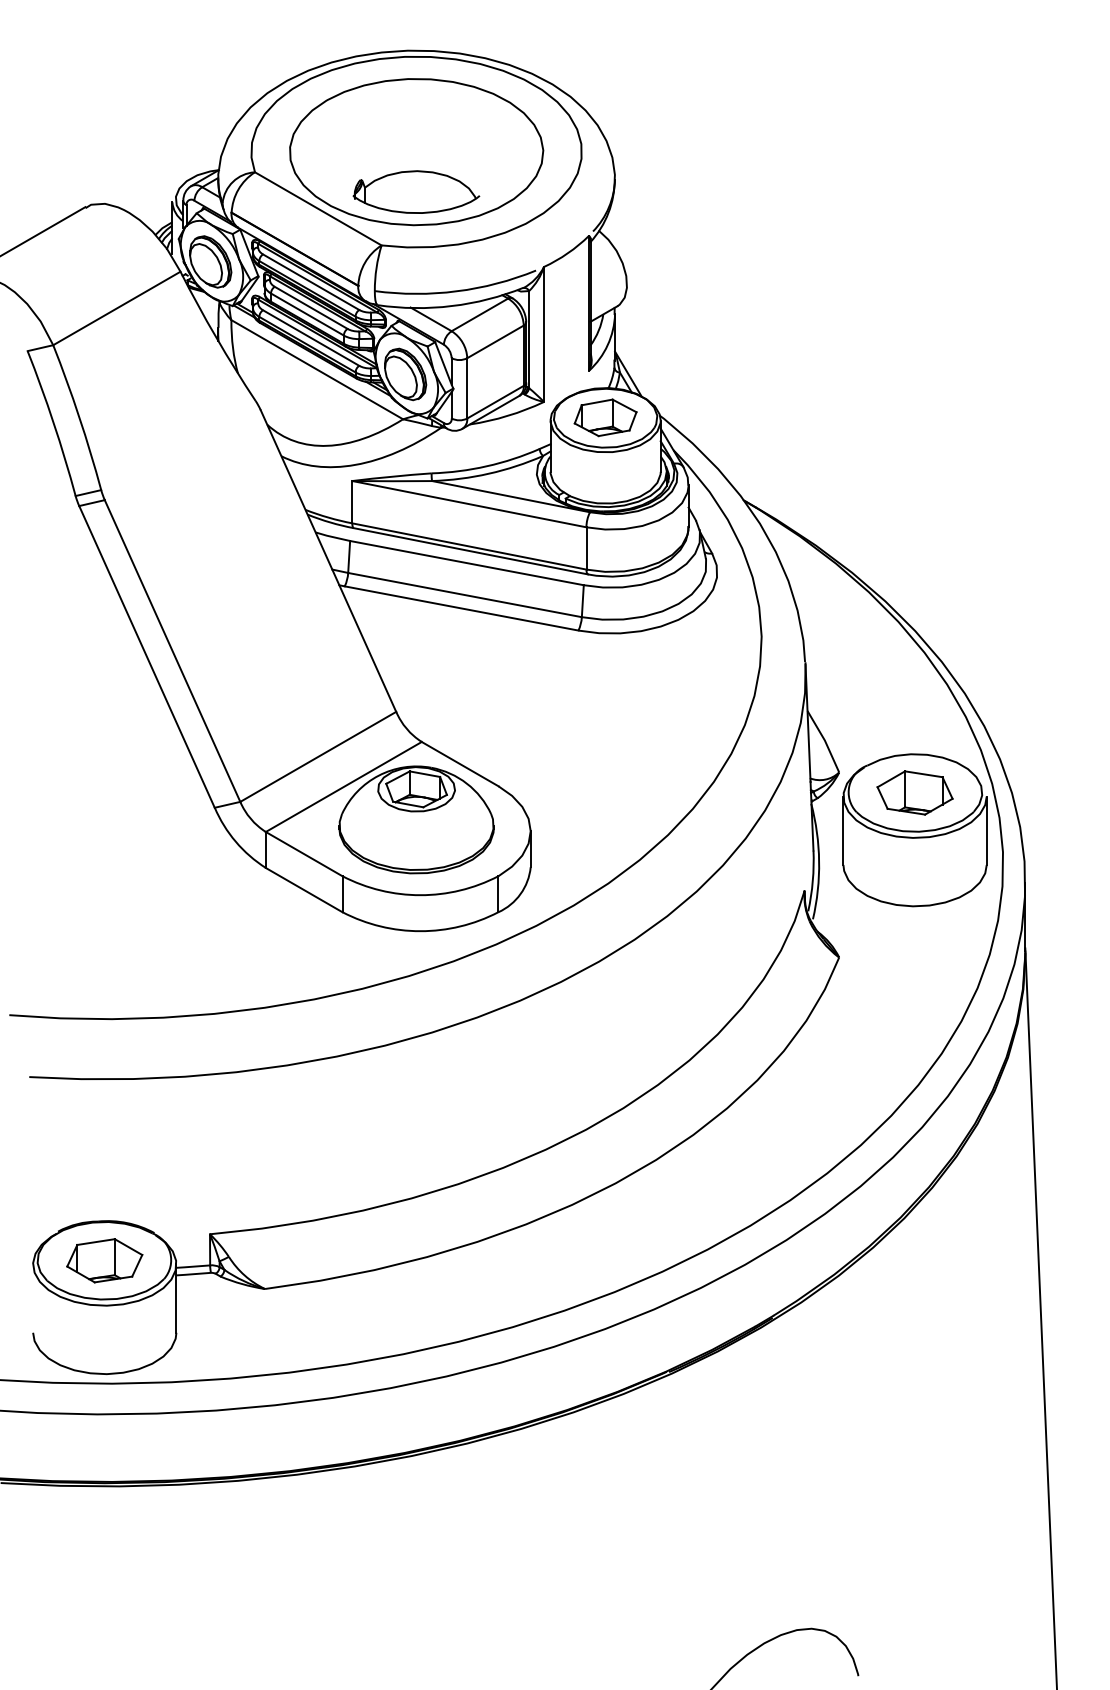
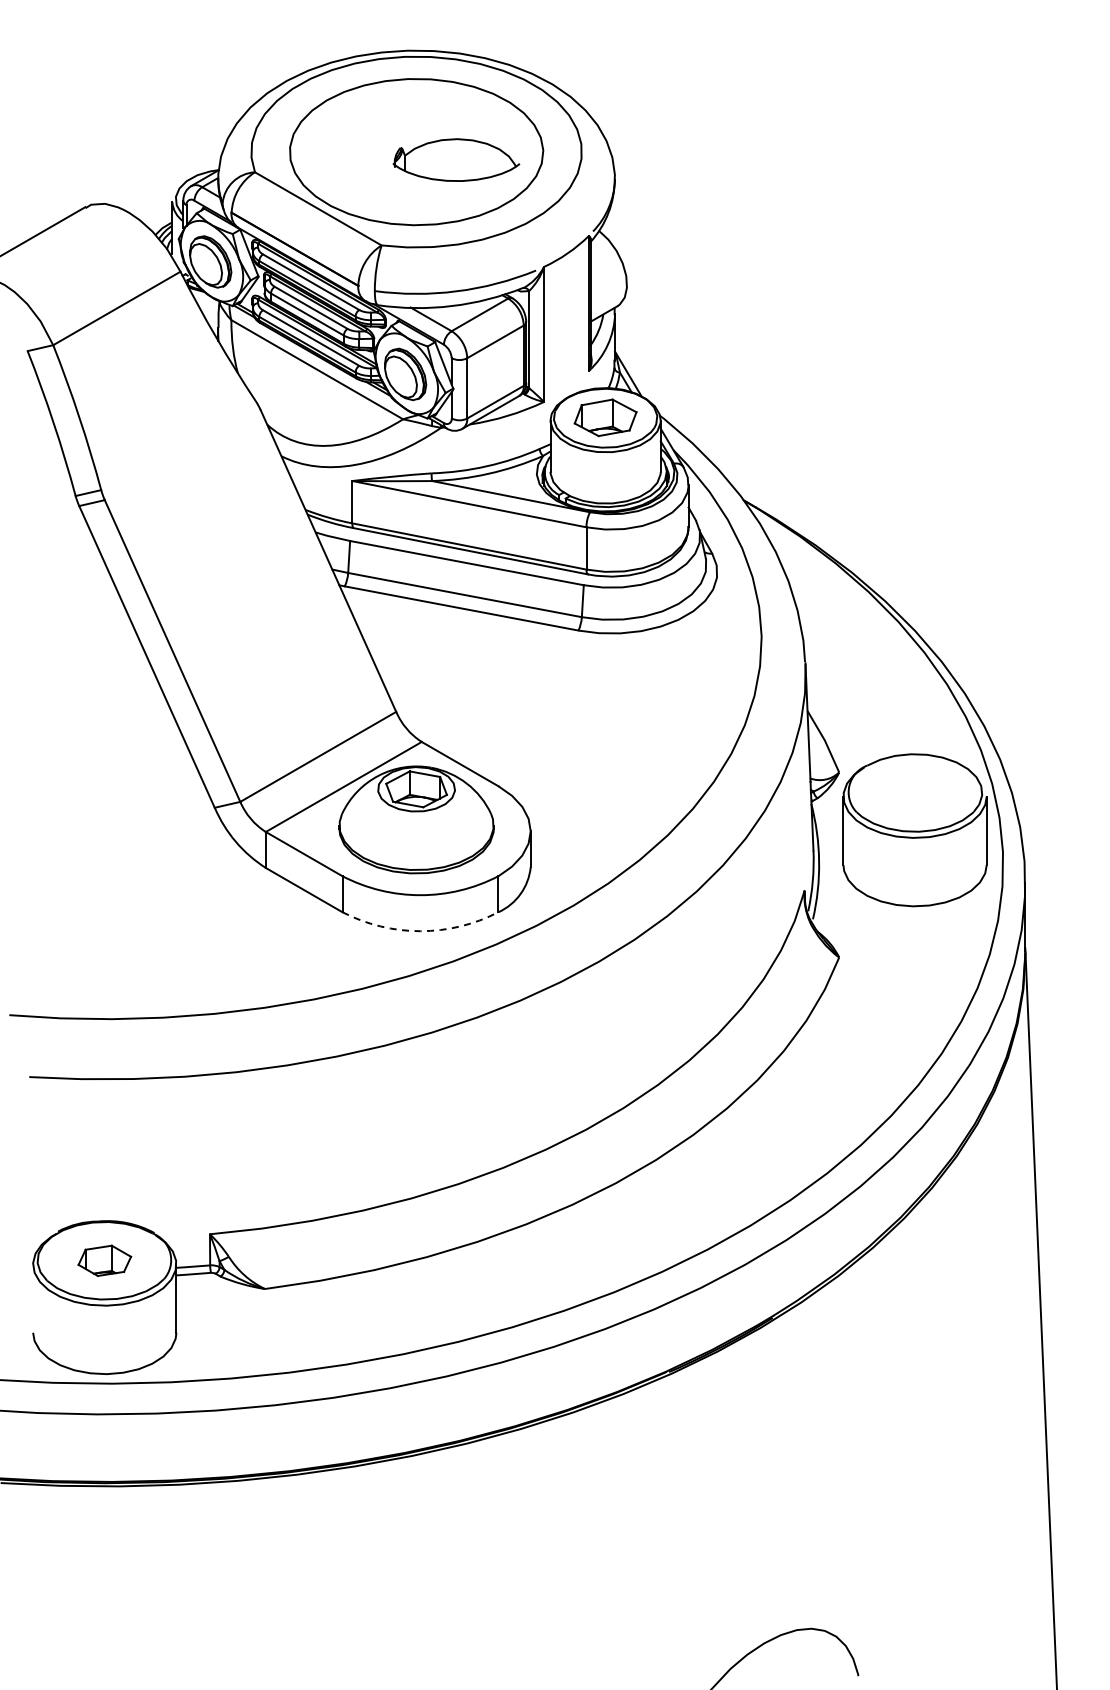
part at (416, 191) position: (416, 191) -> (456, 159)
part at (914, 792): present -> none
arc at (420, 931): solid -> dashed
part at (104, 1260) size: 78x46 px -> 56x33 px
